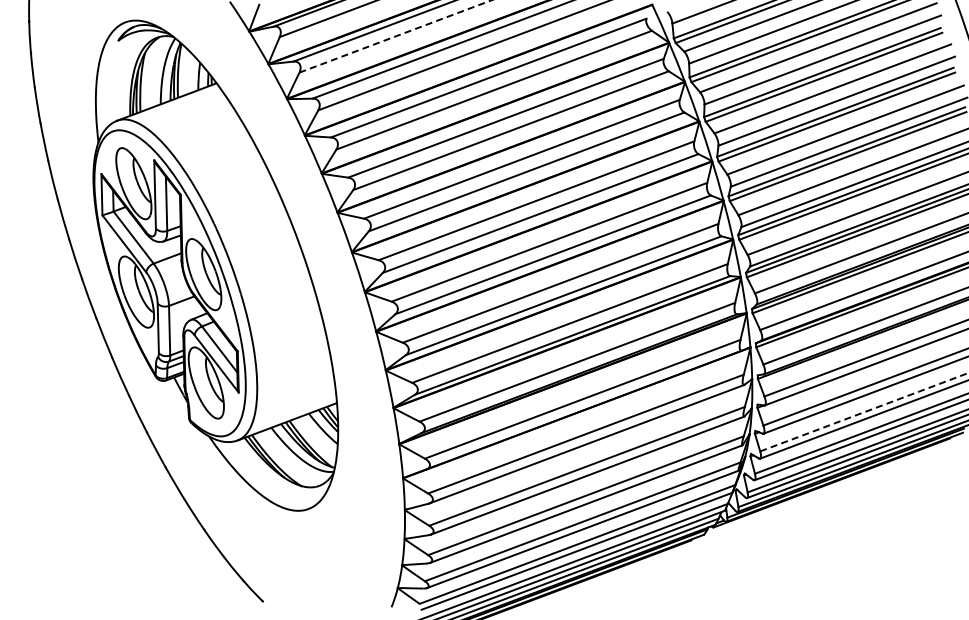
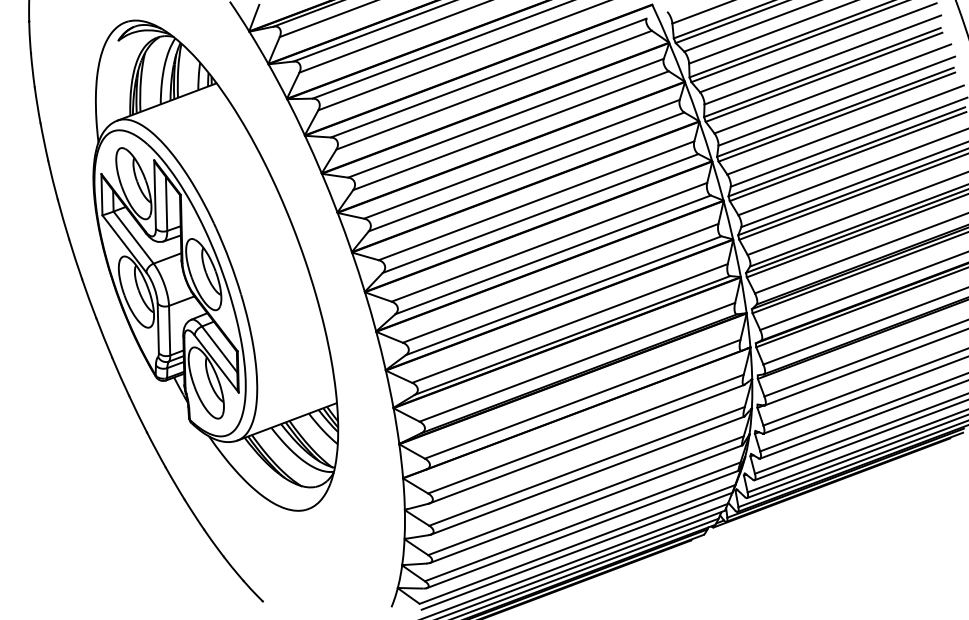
line at (395, 36): dashed -> solid
line at (864, 412): dashed -> solid
